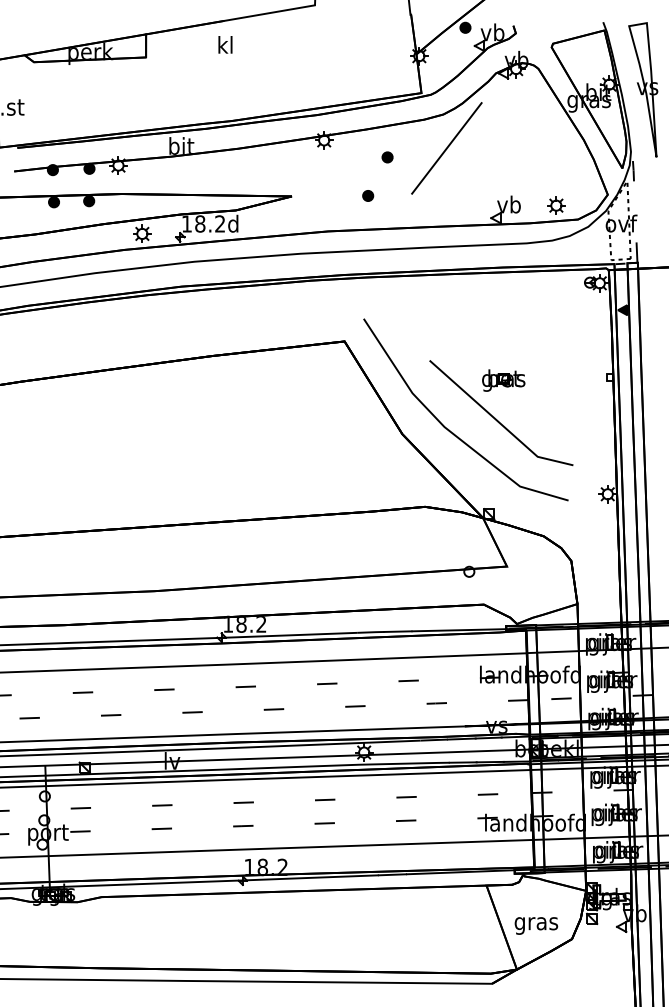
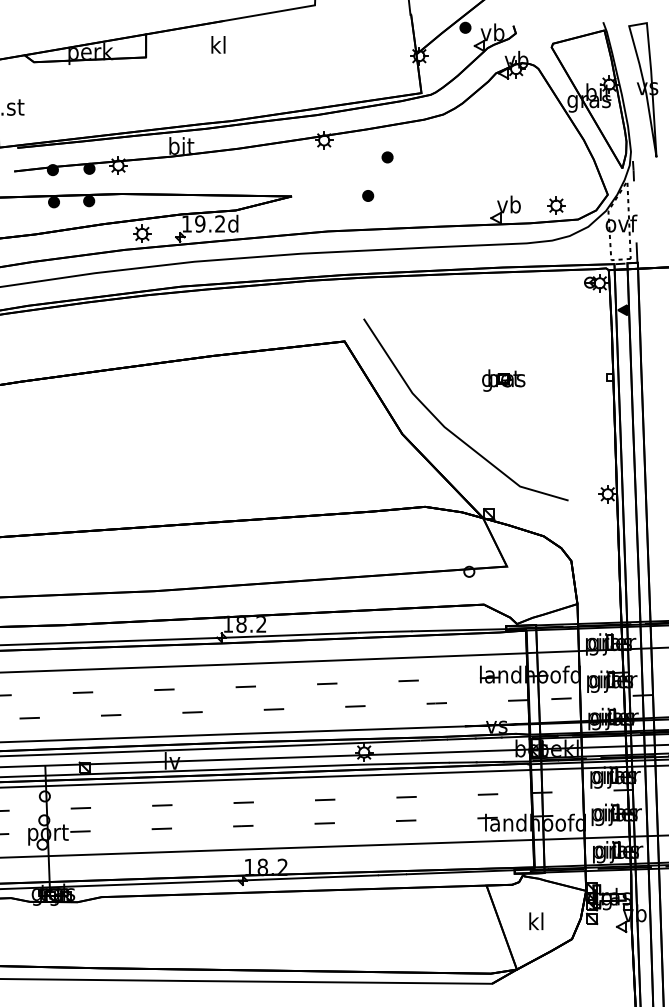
text at (225, 44) position: (225, 44) -> (218, 44)
line at (446, 148): present -> none
text at (200, 223): 18.2d -> 19.2d
line at (496, 418): present -> none
text at (536, 923): gras -> kl
